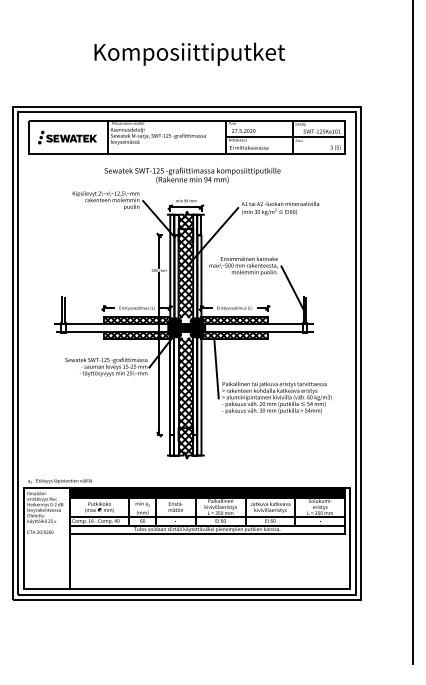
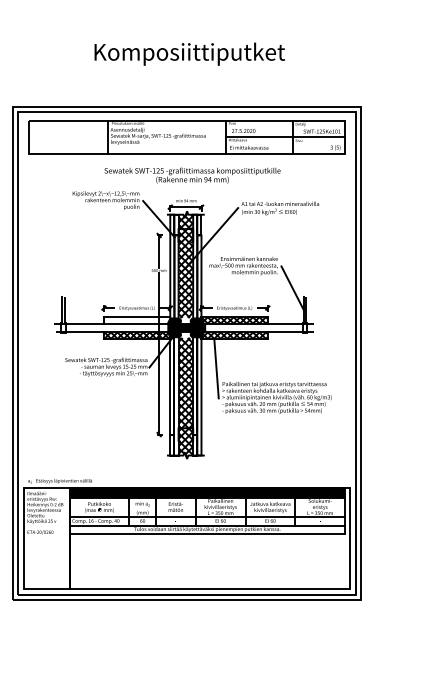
part at (67, 137): present -> none
hatch at (136, 319): present -> none
line at (413, 333): present -> none
